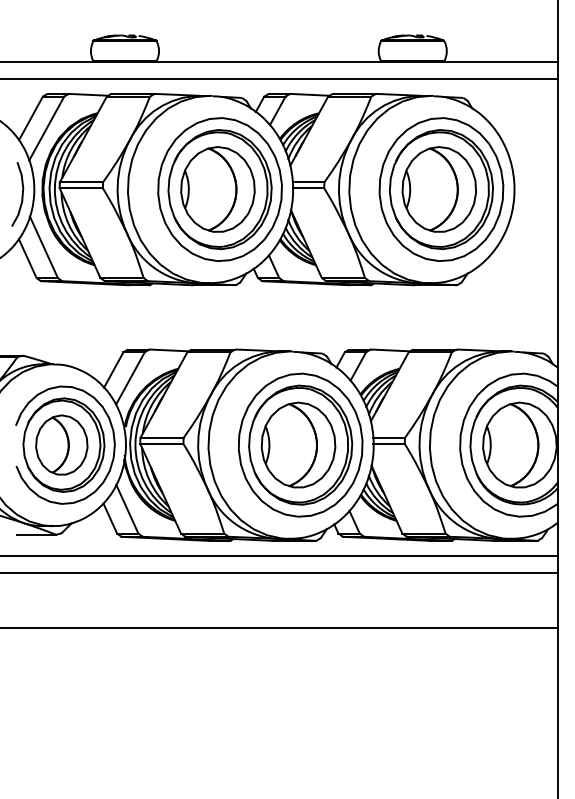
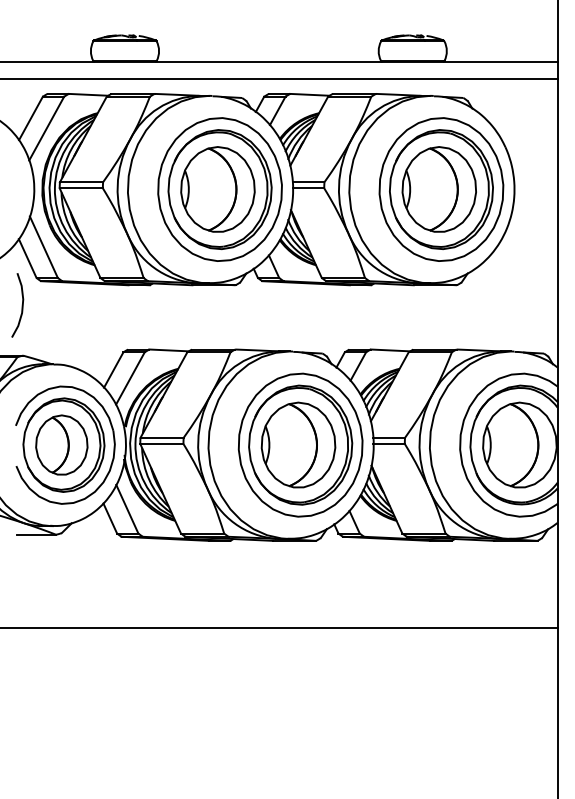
curve at (21, 194) position: (21, 194) -> (21, 305)
line at (279, 555): present -> none
line at (279, 572): present -> none
